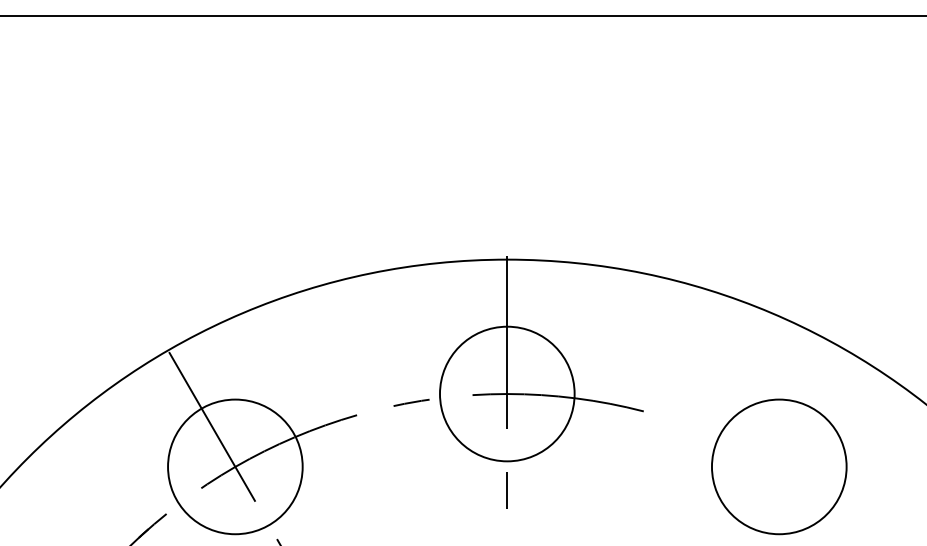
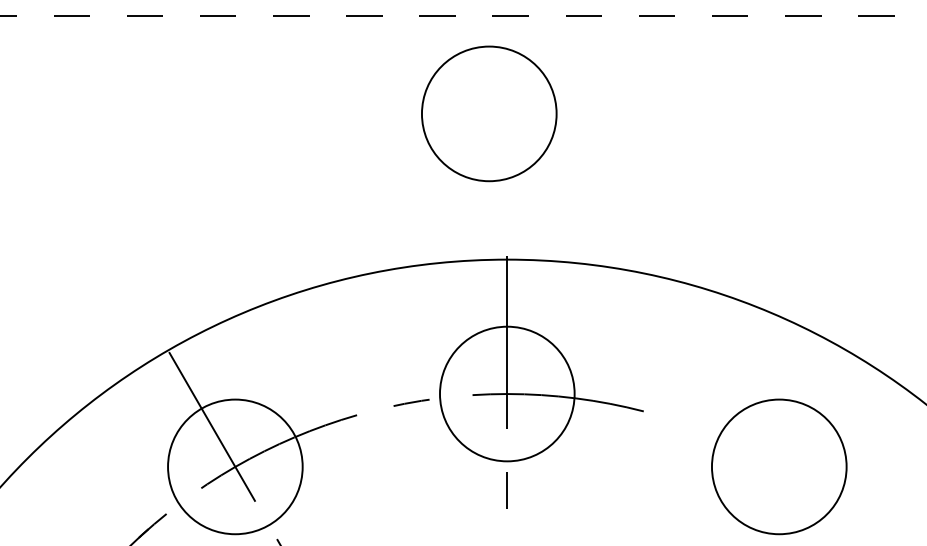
line at (463, 16): solid -> dashed
circle at (489, 113): none -> present
